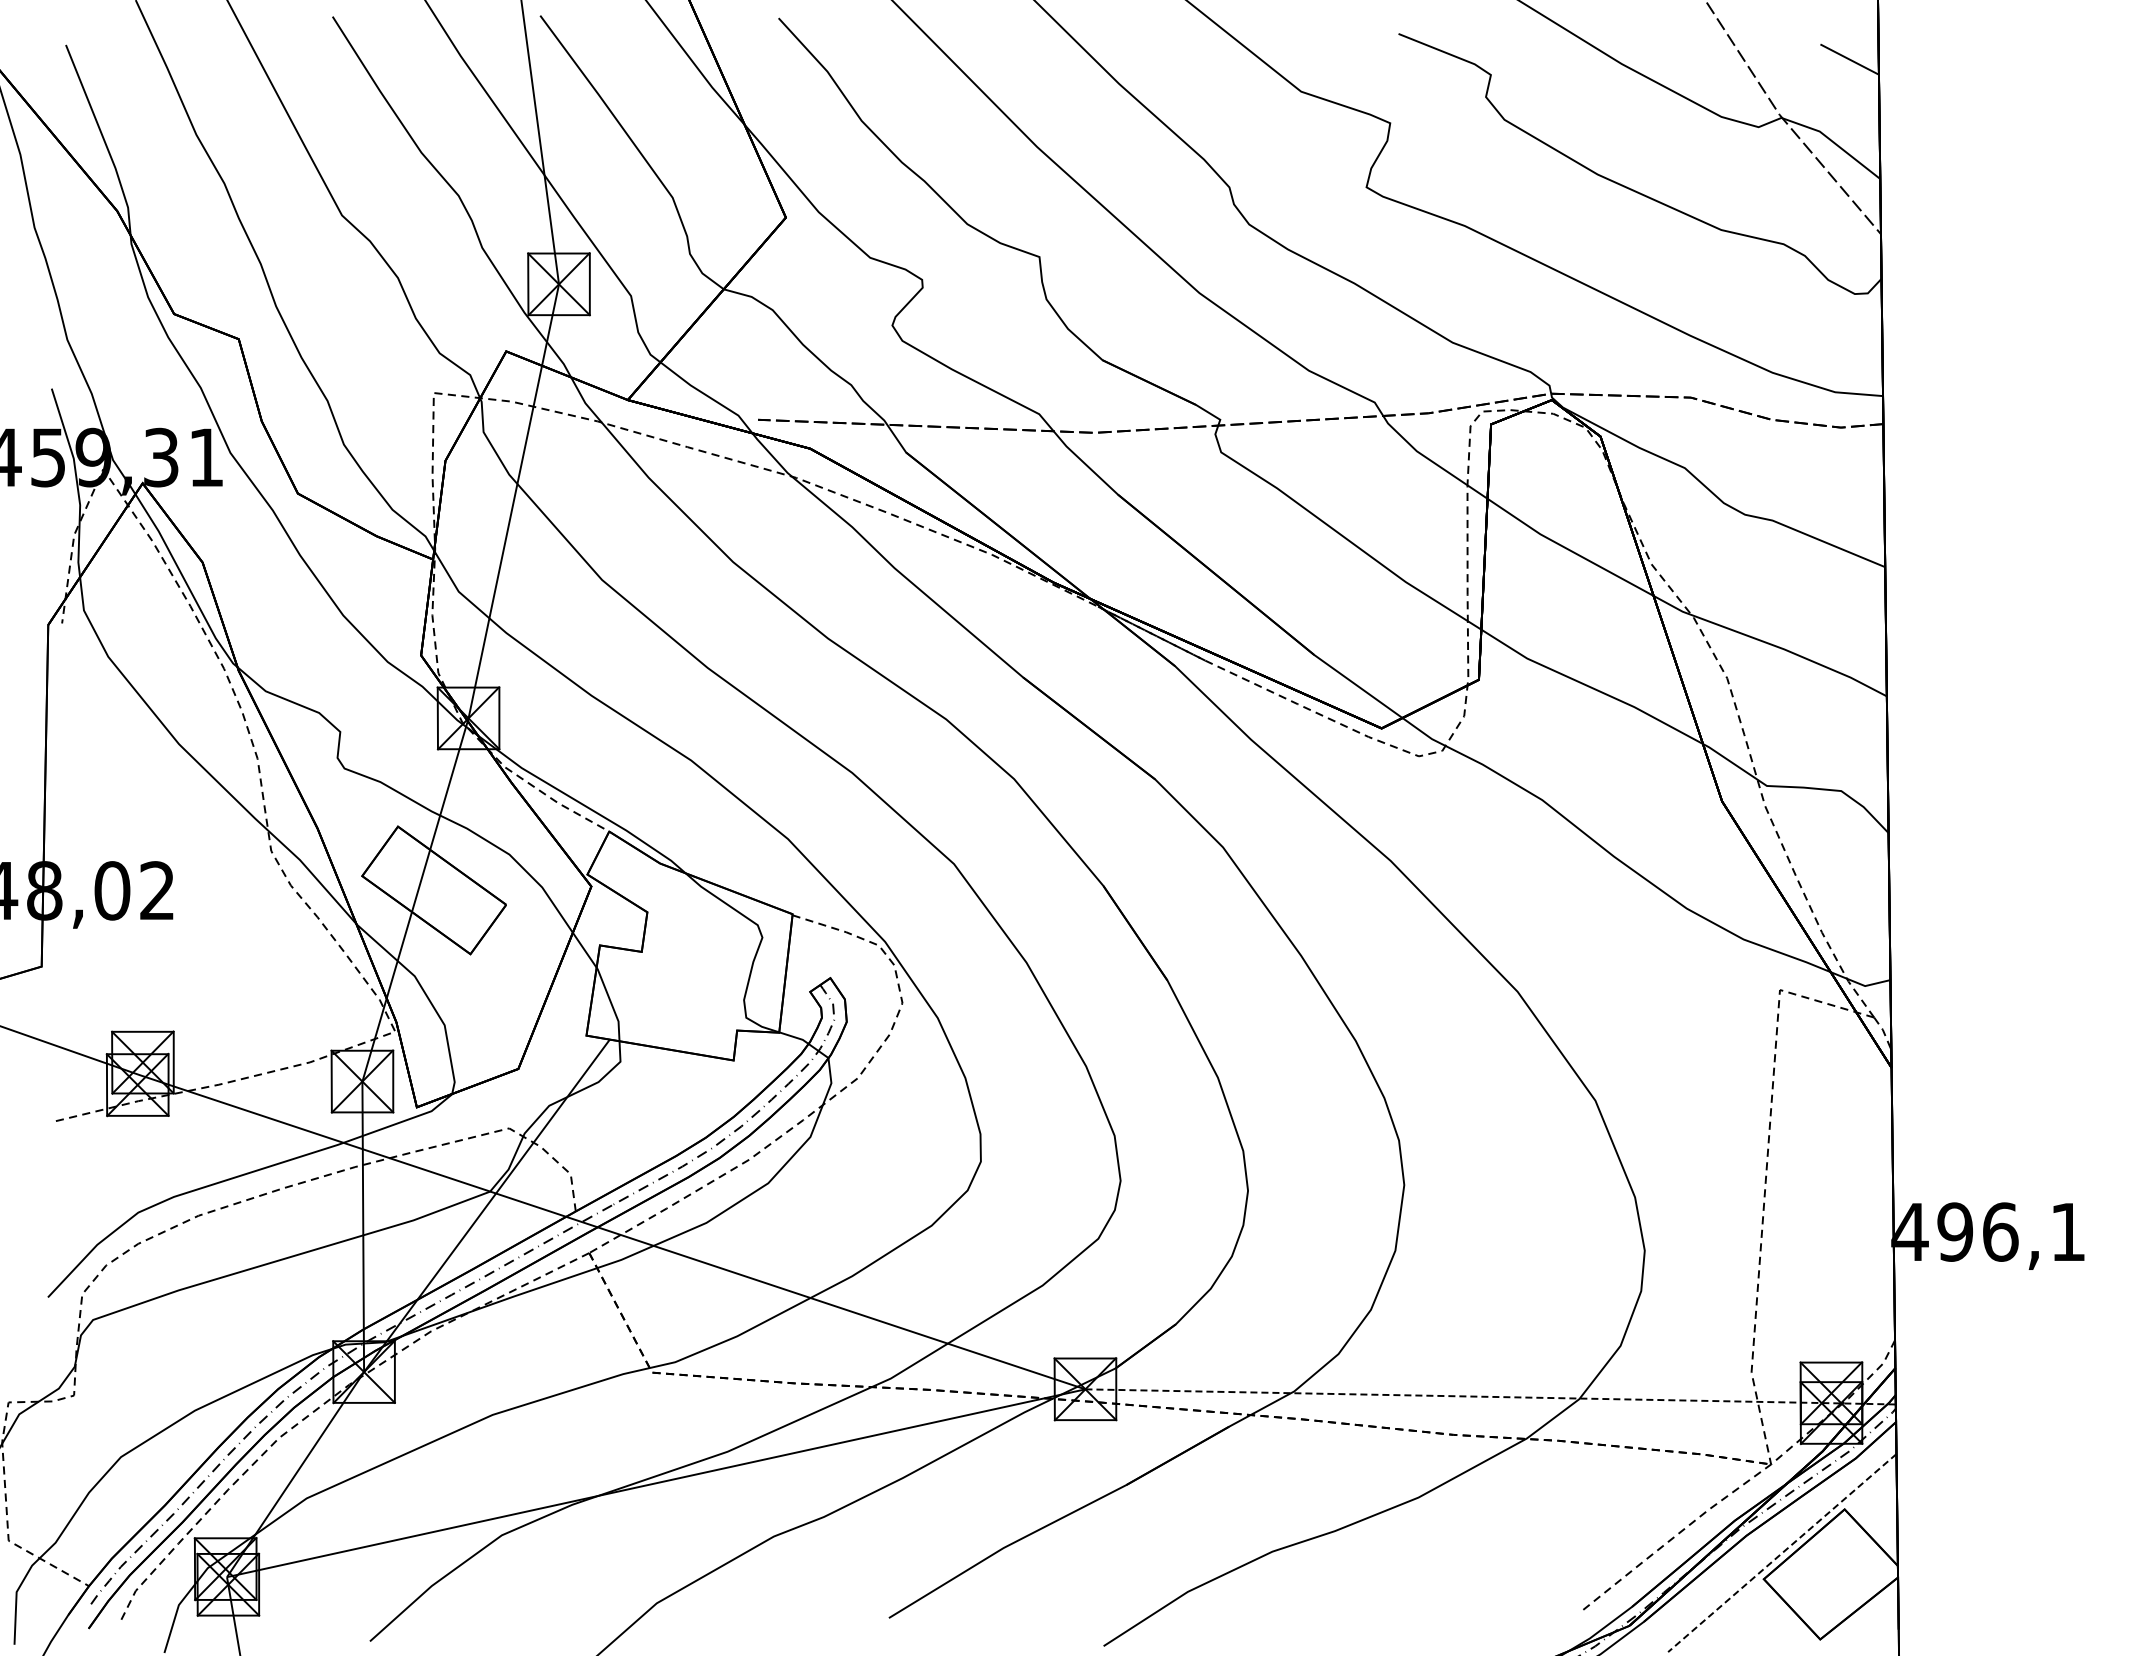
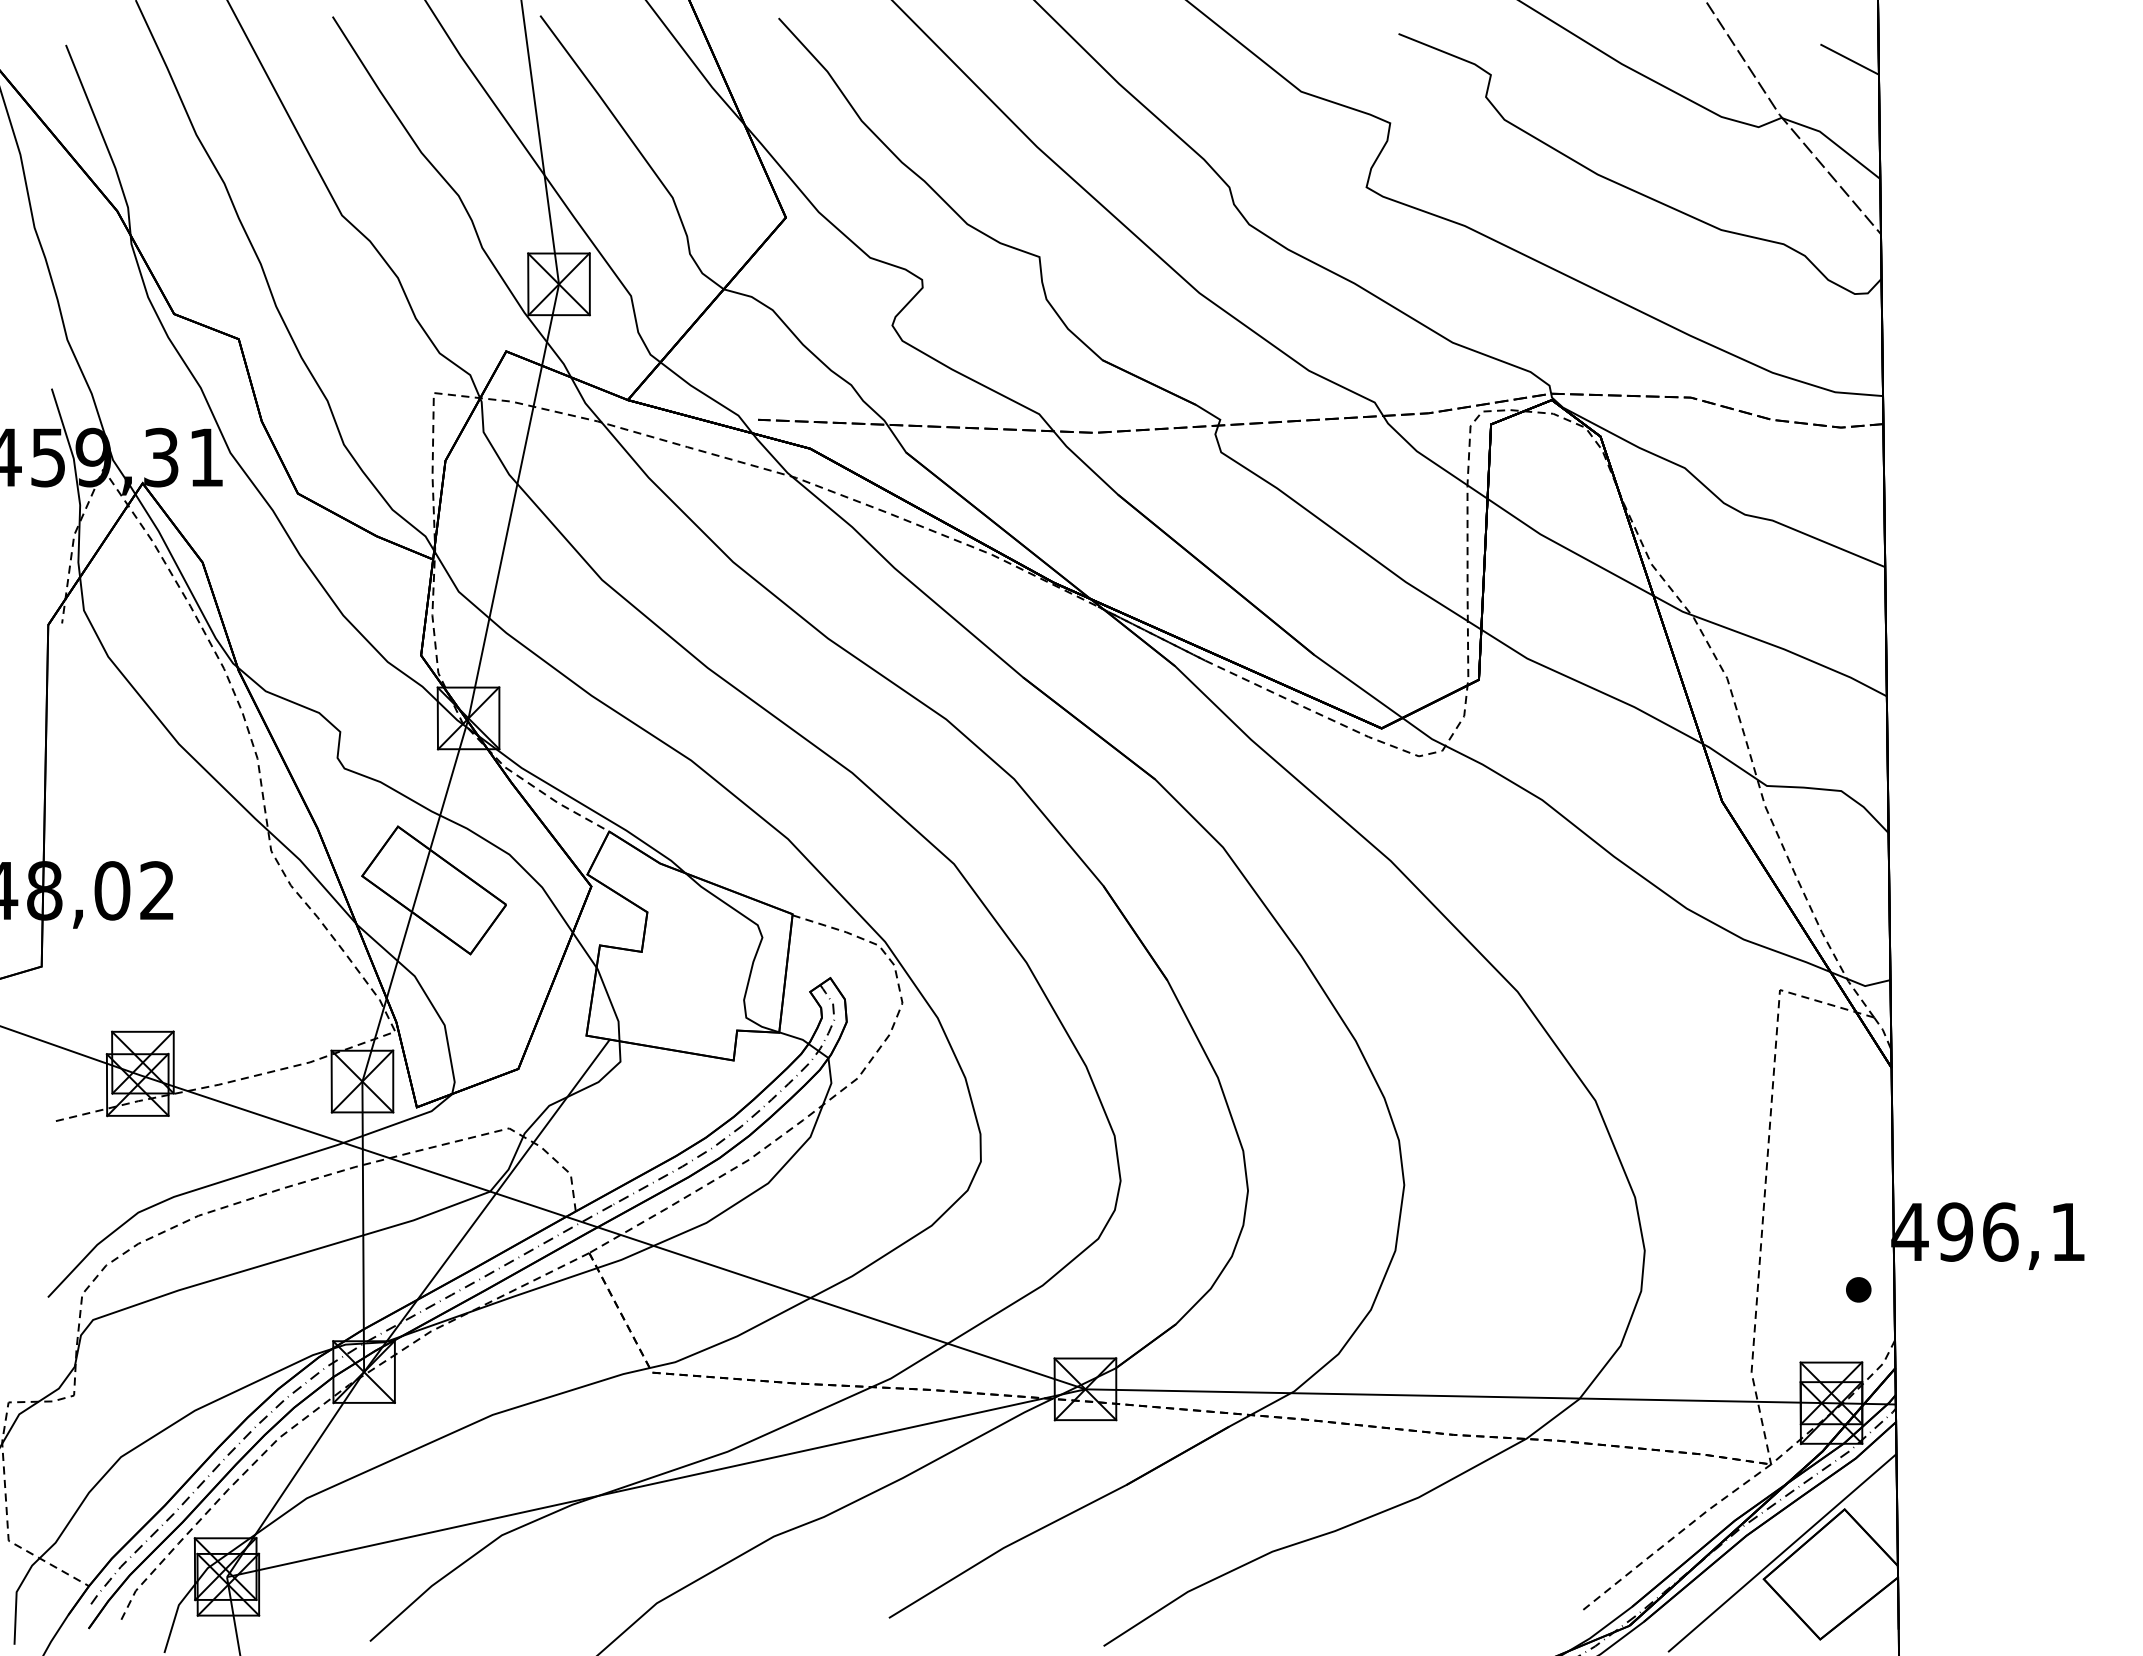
part at (1858, 1289): none -> present
line at (1491, 1396): dashed -> solid
line at (1781, 1553): dashed -> solid
